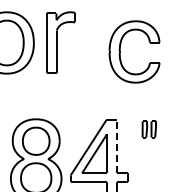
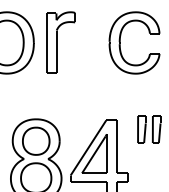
part at (120, 51) position: (120, 51) -> (120, 42)
part at (148, 129) size: 16x19 px -> 25x29 px
line at (117, 146): dashed -> solid
